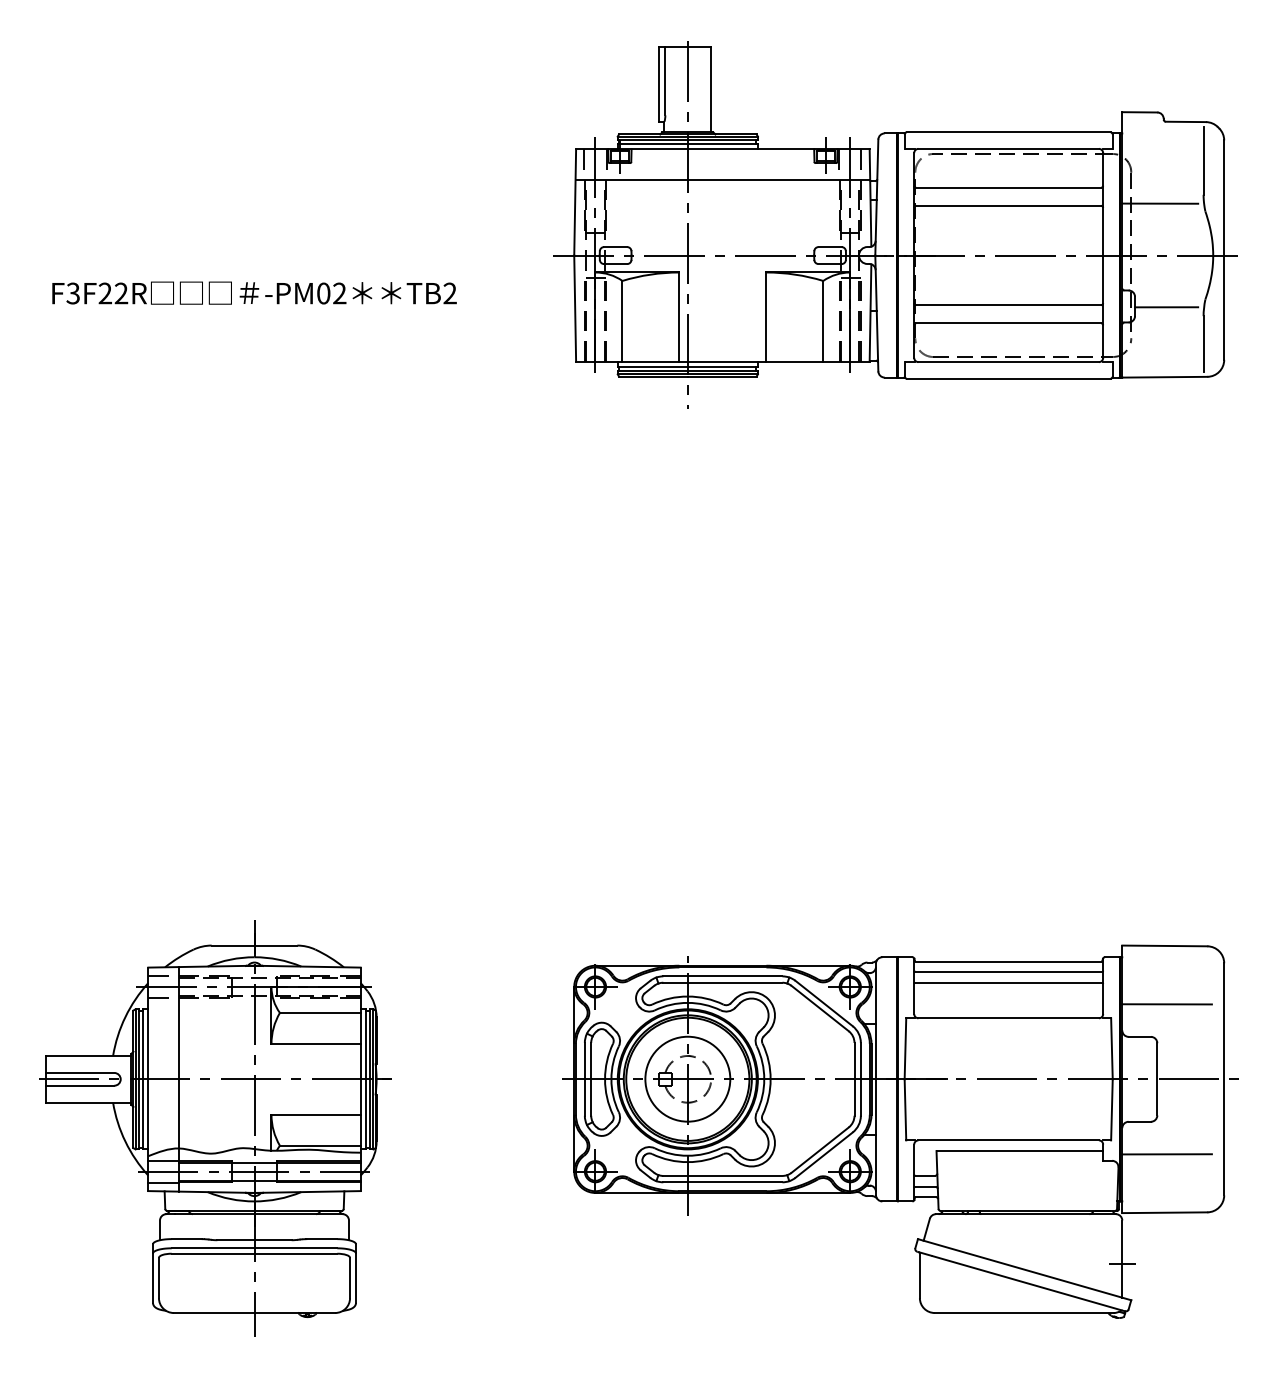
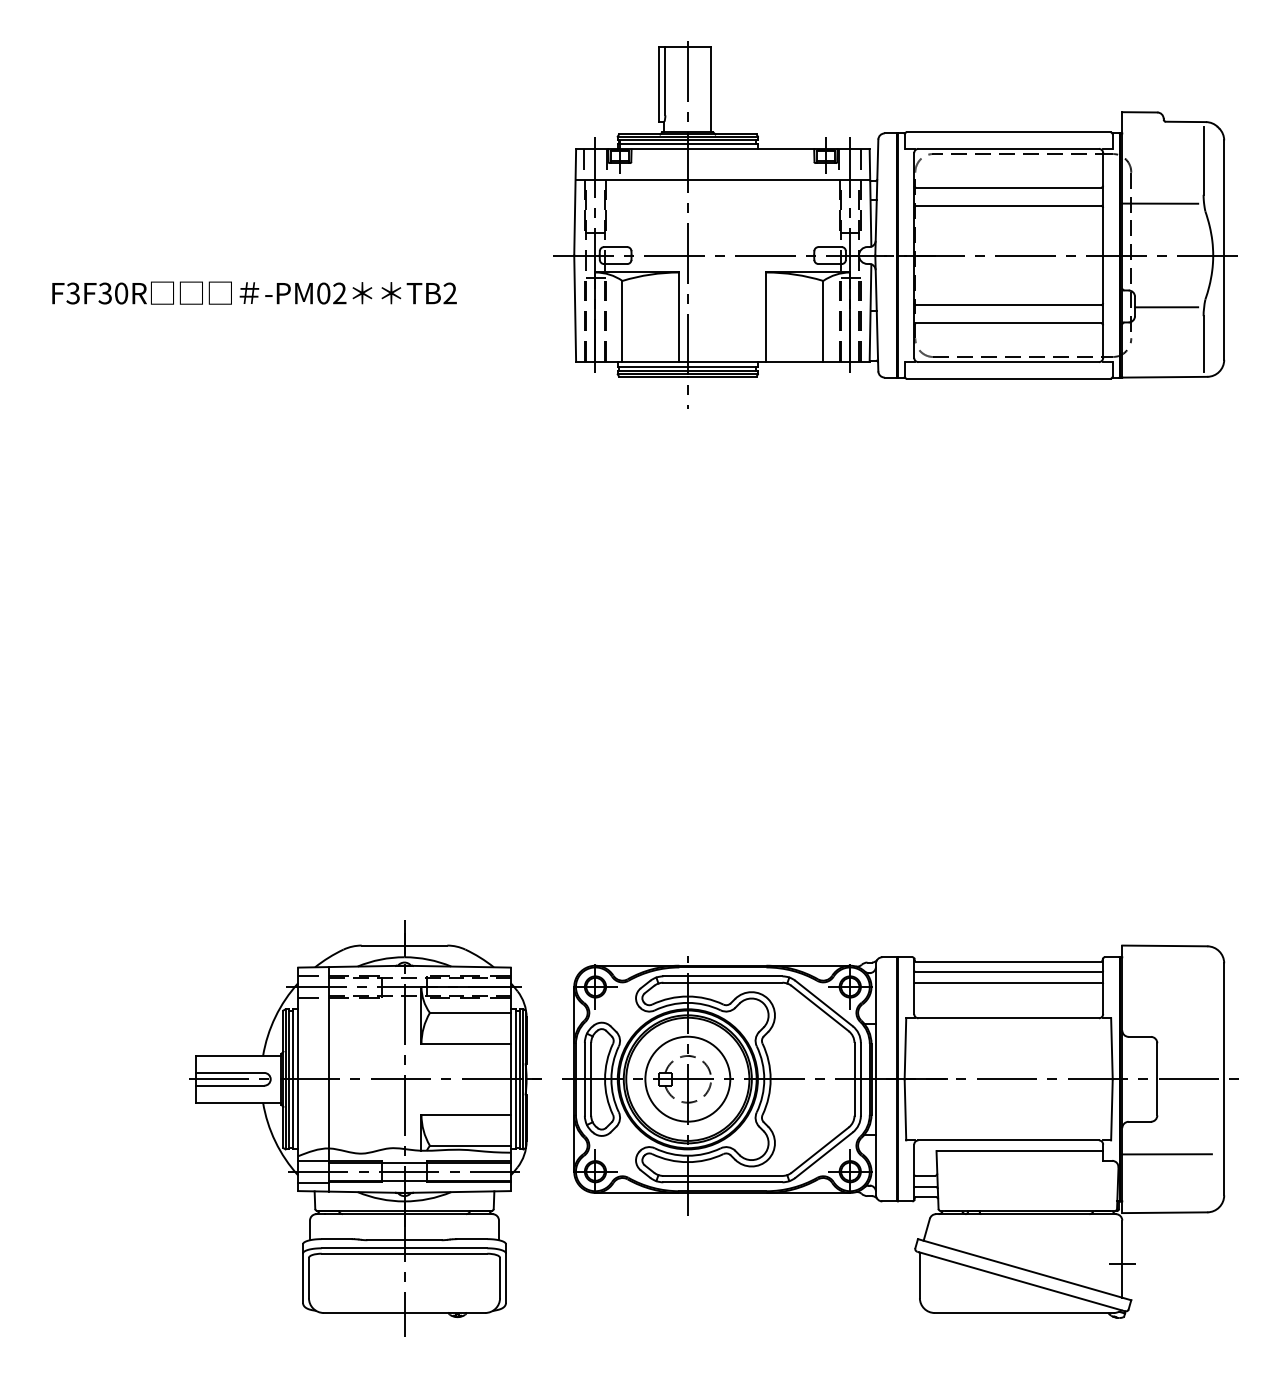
text at (113, 293): F3F22R -> F3F30R
line at (1166, 1004): present -> none
part at (215, 1128) position: (215, 1128) -> (365, 1128)
